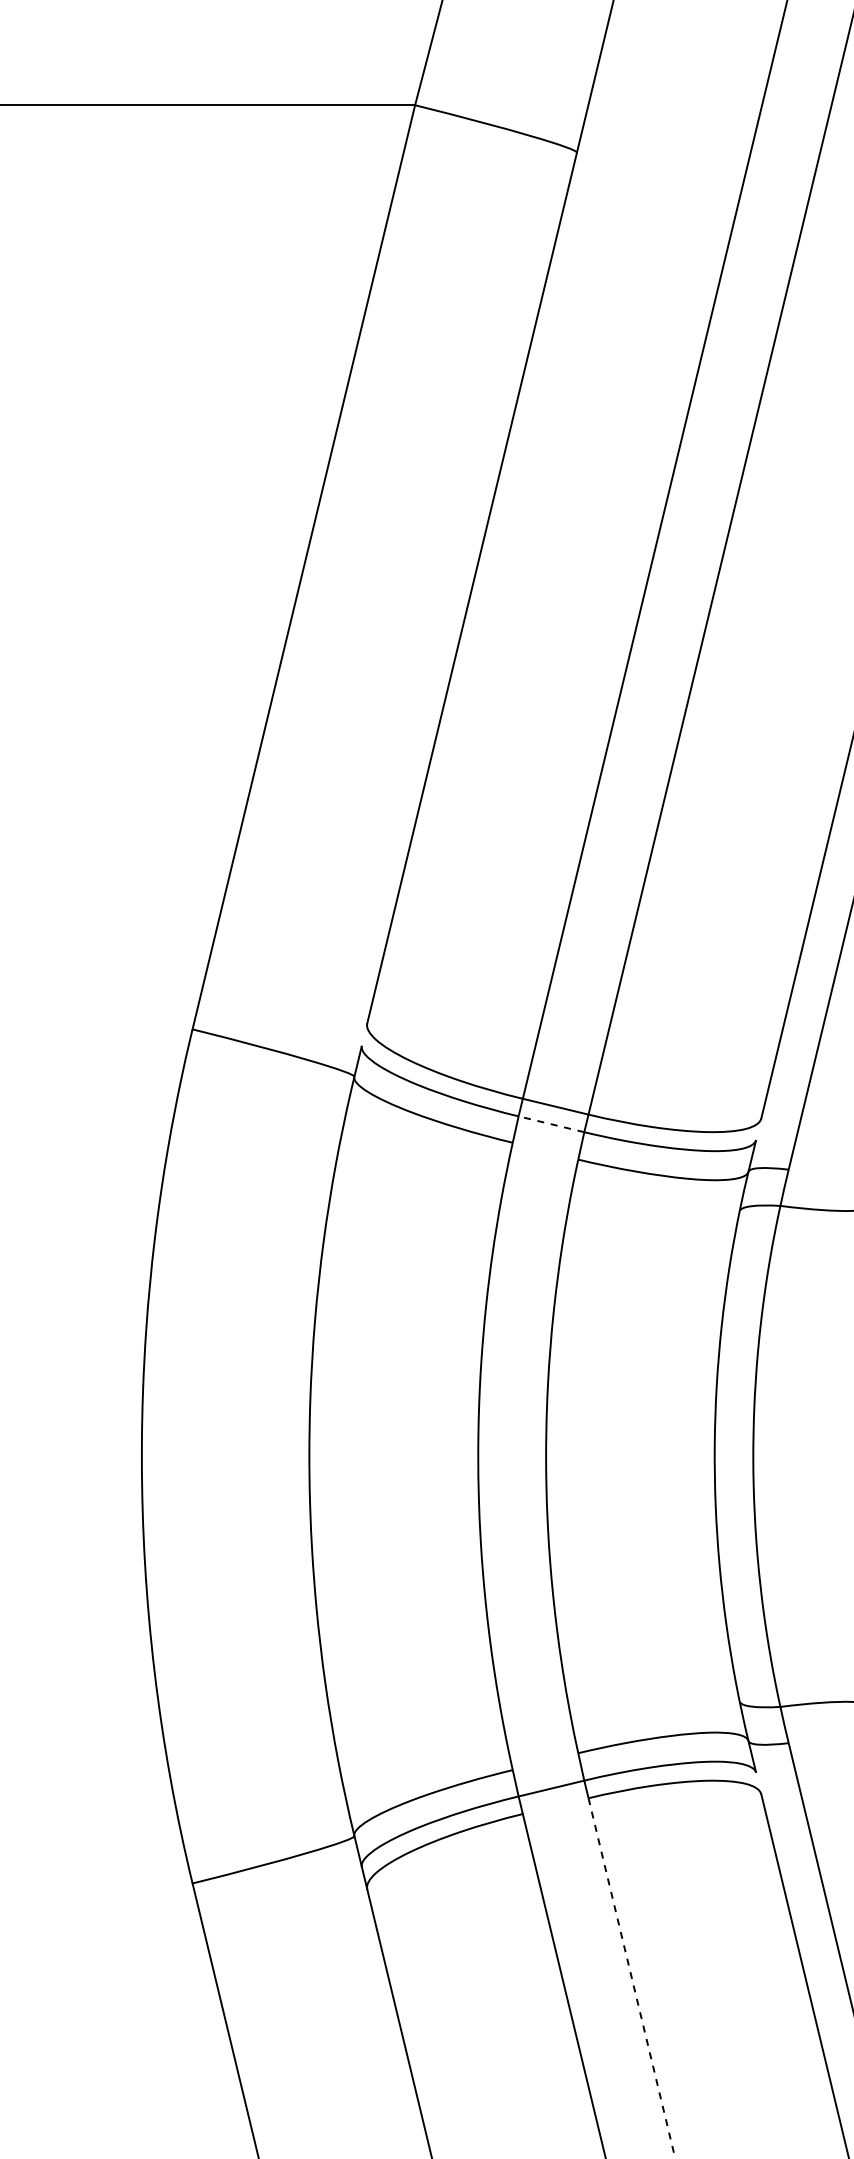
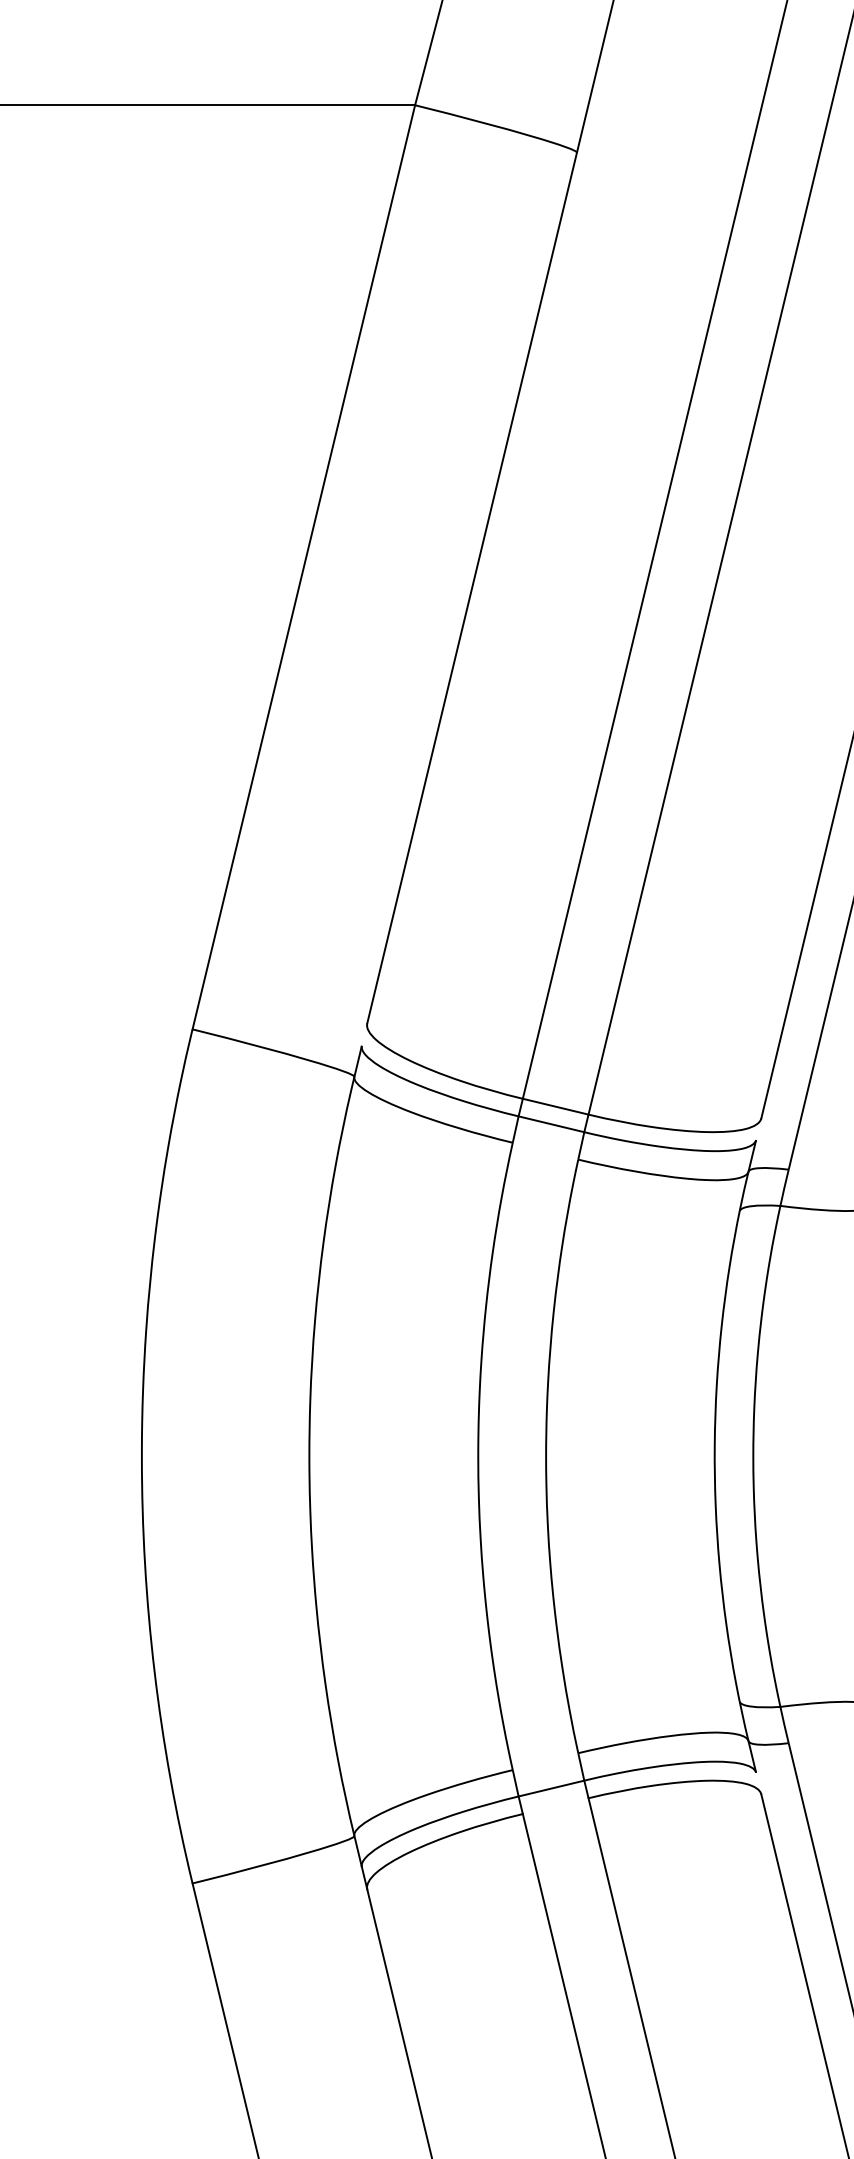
line at (551, 1124): dashed -> solid
line at (631, 1978): dashed -> solid
